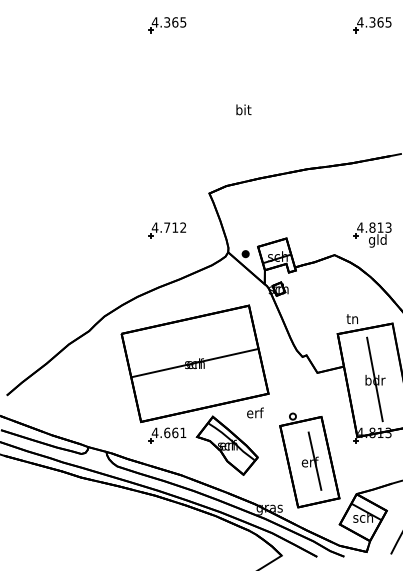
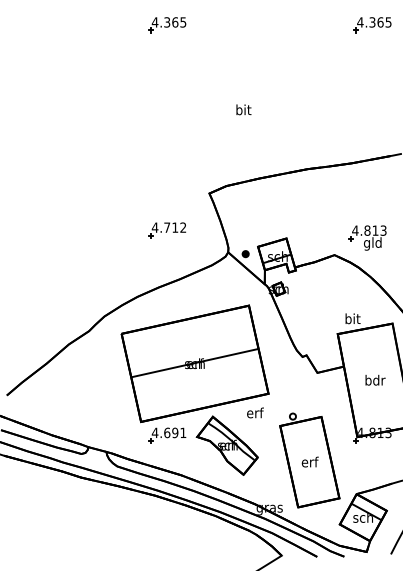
part at (372, 234) position: (372, 234) -> (367, 237)
text at (352, 318): tn -> bit
line at (374, 379): present -> none
text at (175, 432): 4.661 -> 4.691
line at (314, 460): present -> none
